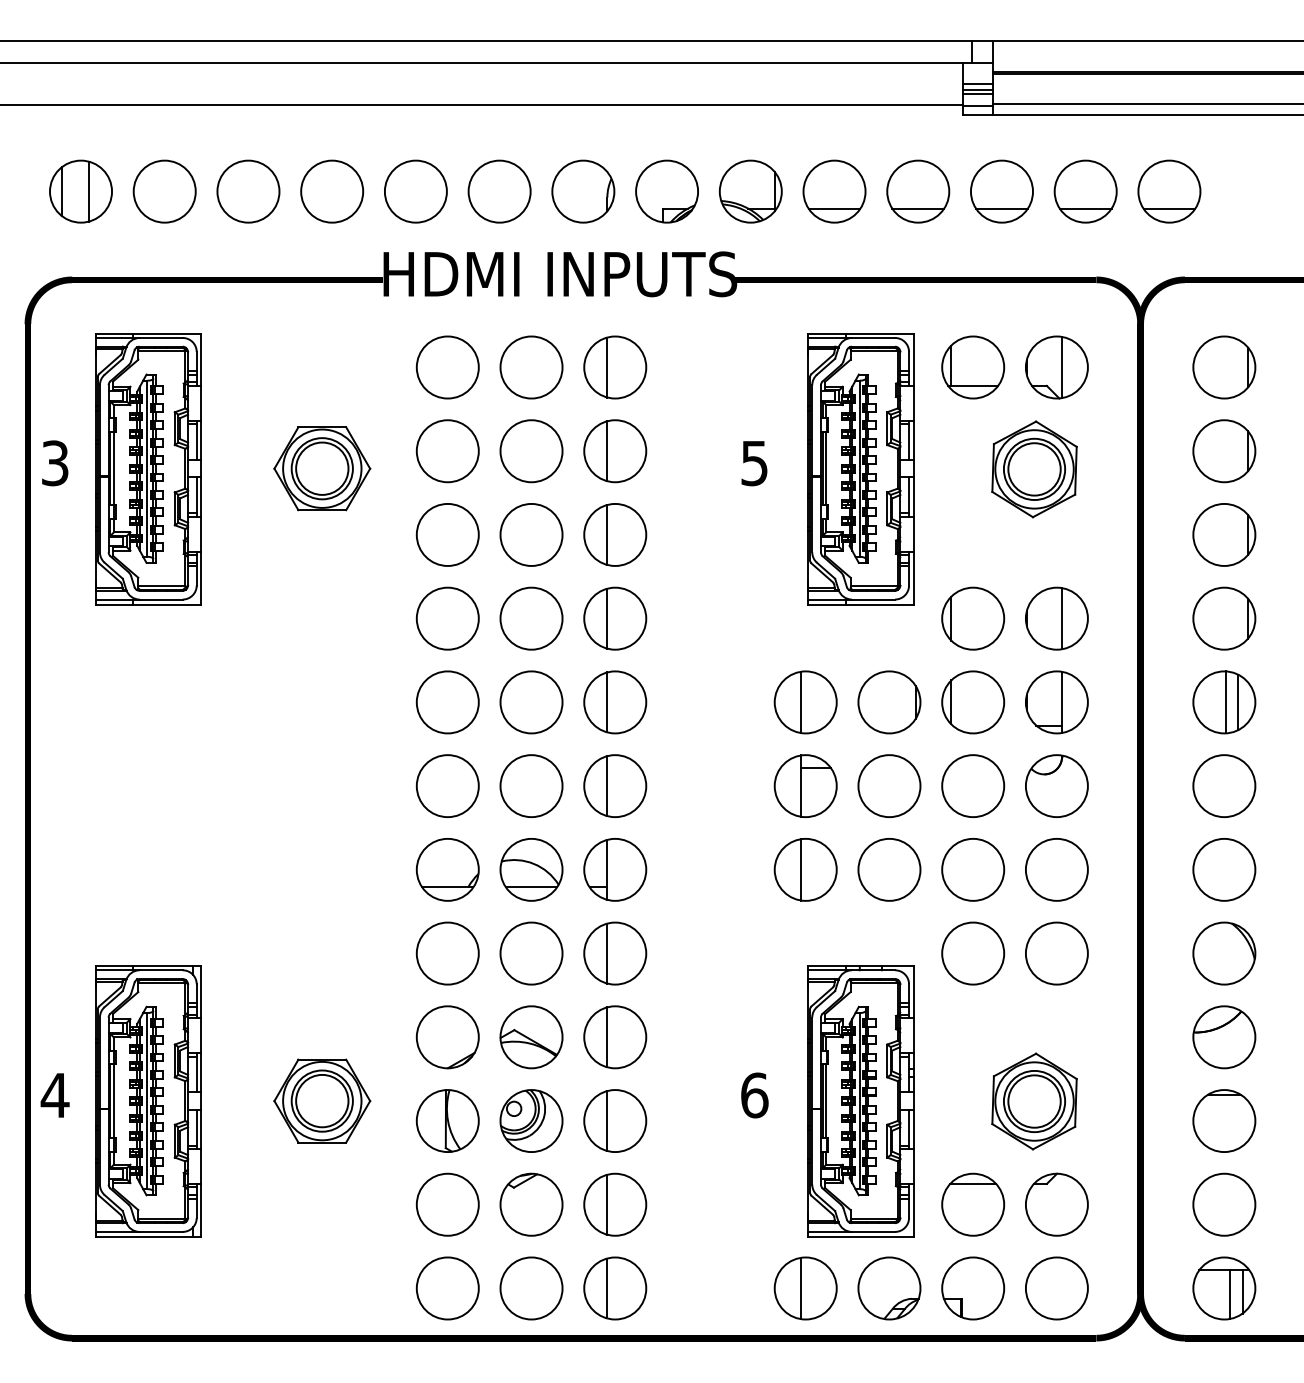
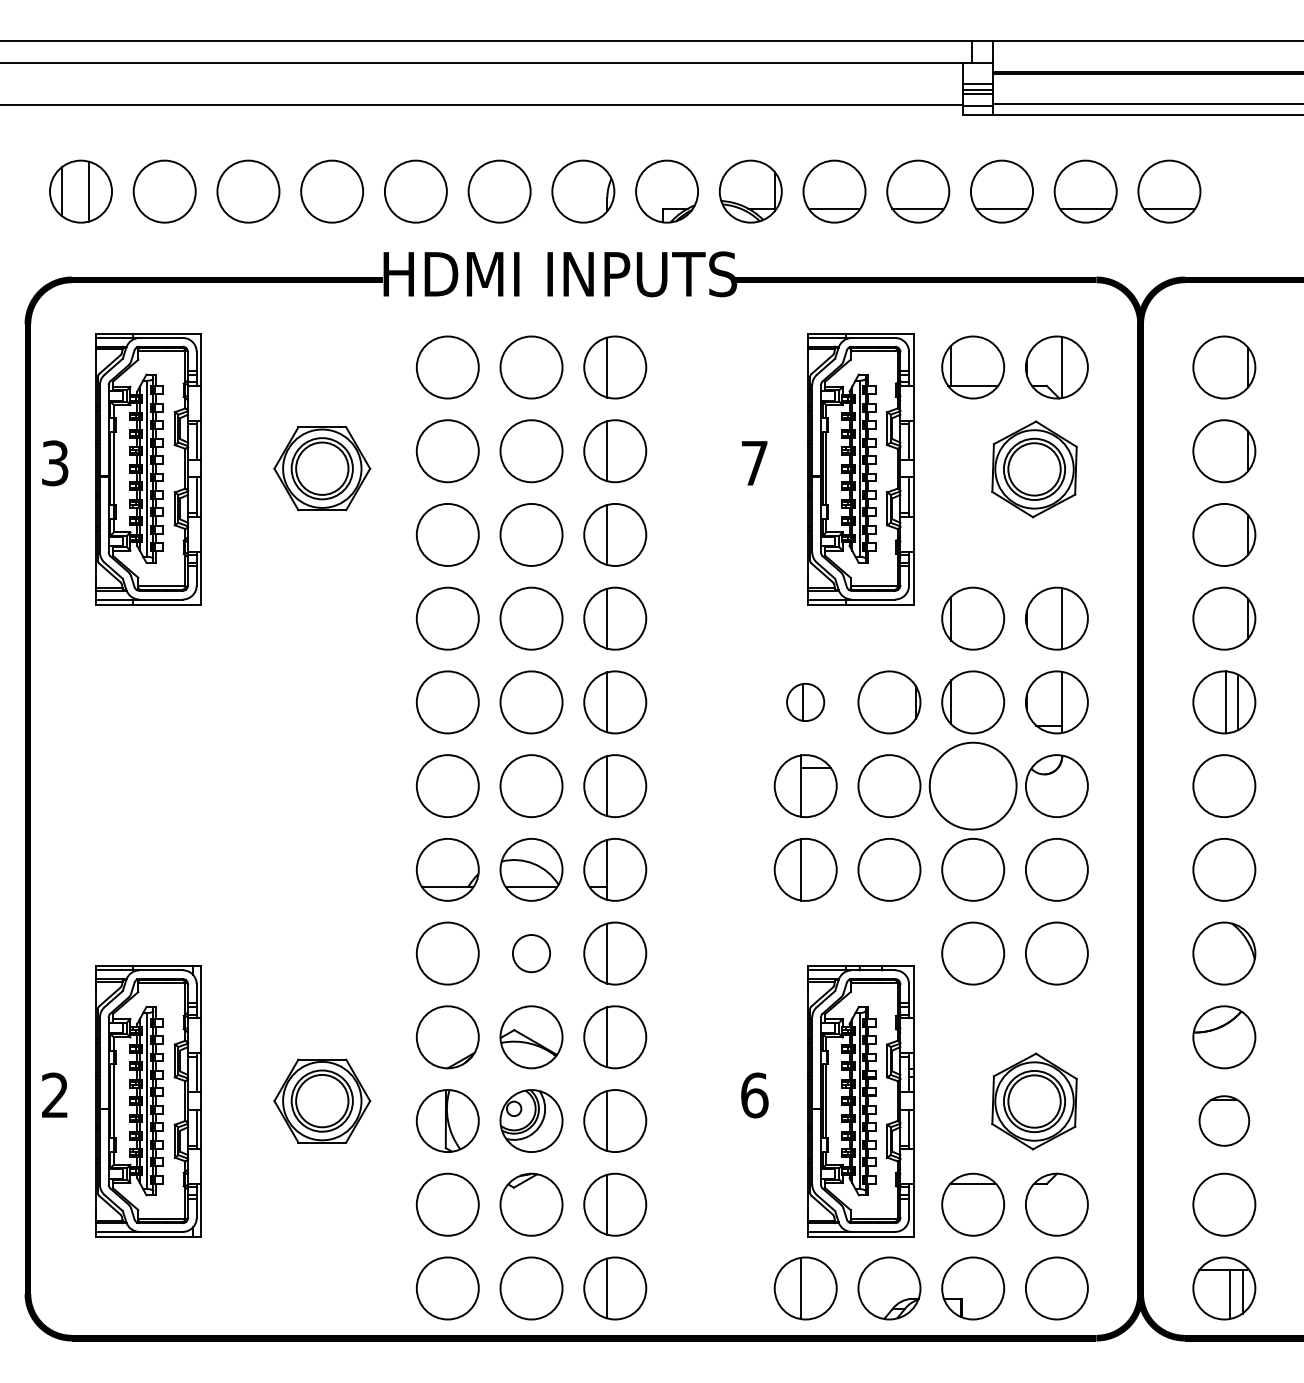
text at (754, 463): 5 -> 7
part at (805, 702) size: 65x65 px -> 40x39 px
circle at (973, 786) diameter: 62 px -> 87 px
circle at (531, 953) diameter: 62 px -> 37 px
text at (54, 1094): 4 -> 2
part at (1224, 1120) size: 65x64 px -> 53x52 px
